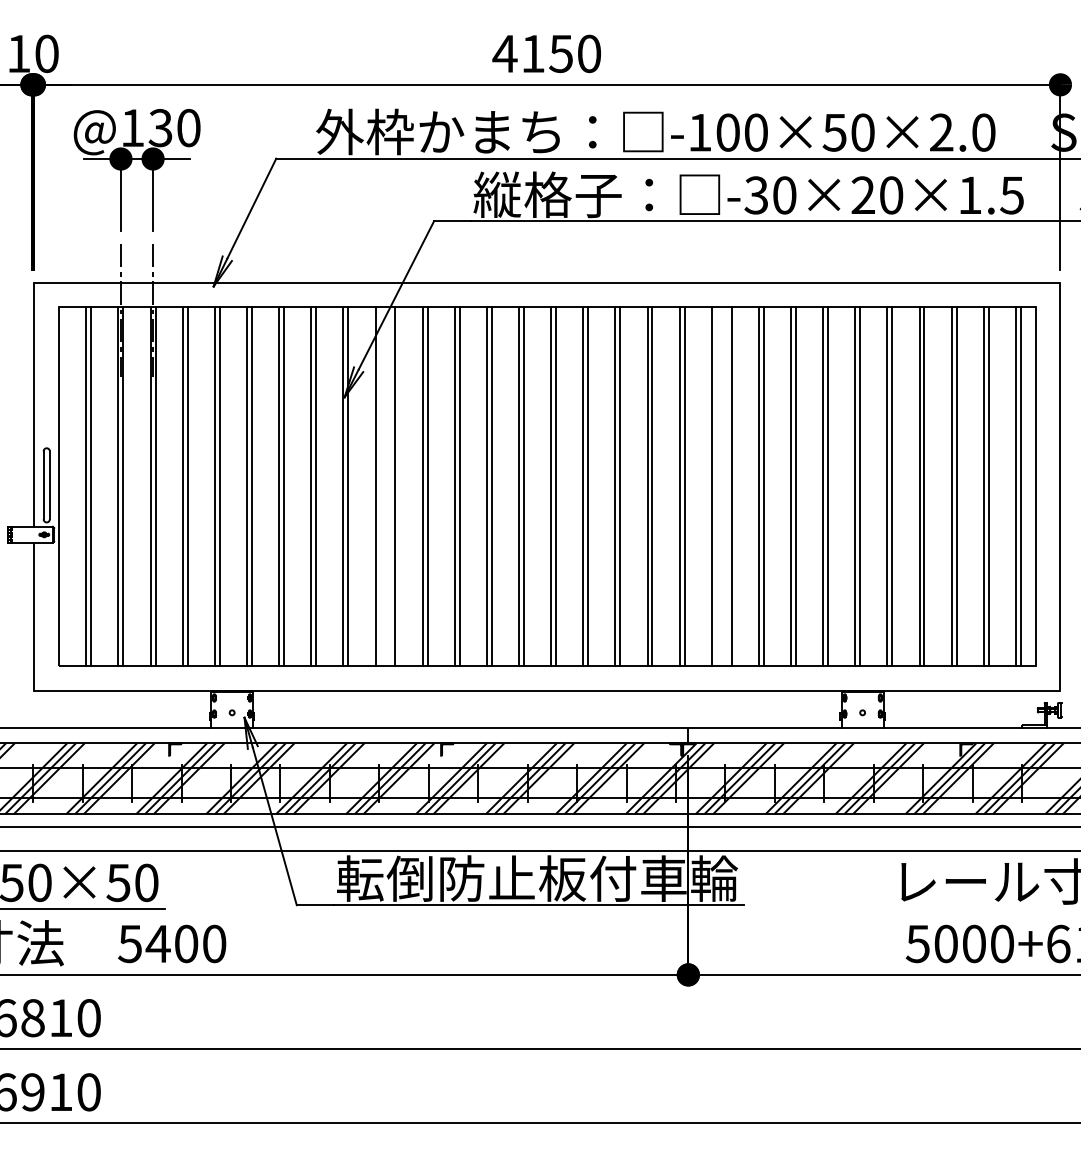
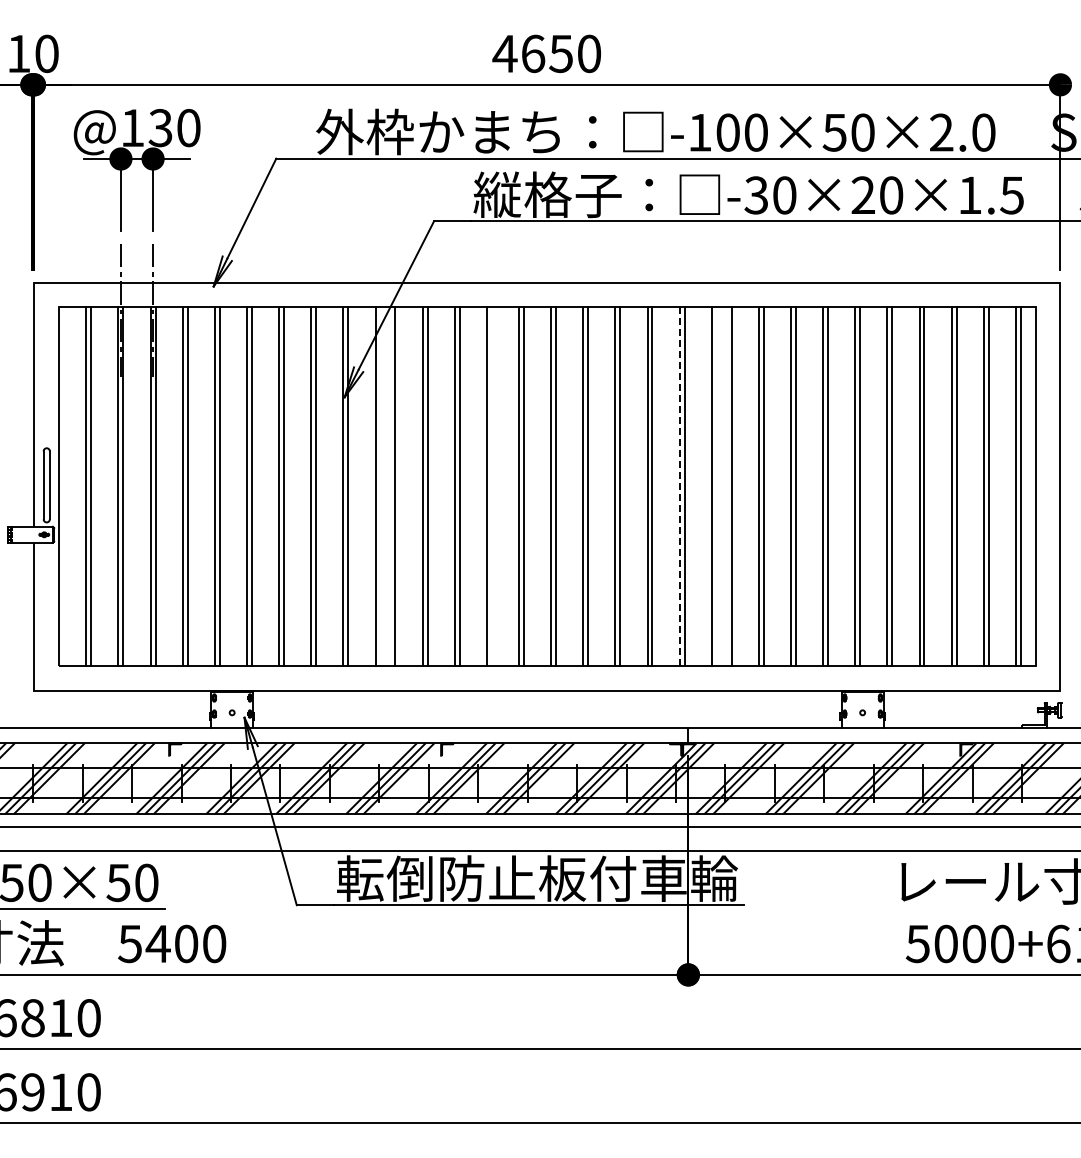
text at (533, 53): 4150 -> 4650
line at (491, 486): present -> none
line at (679, 486): solid -> dashed
